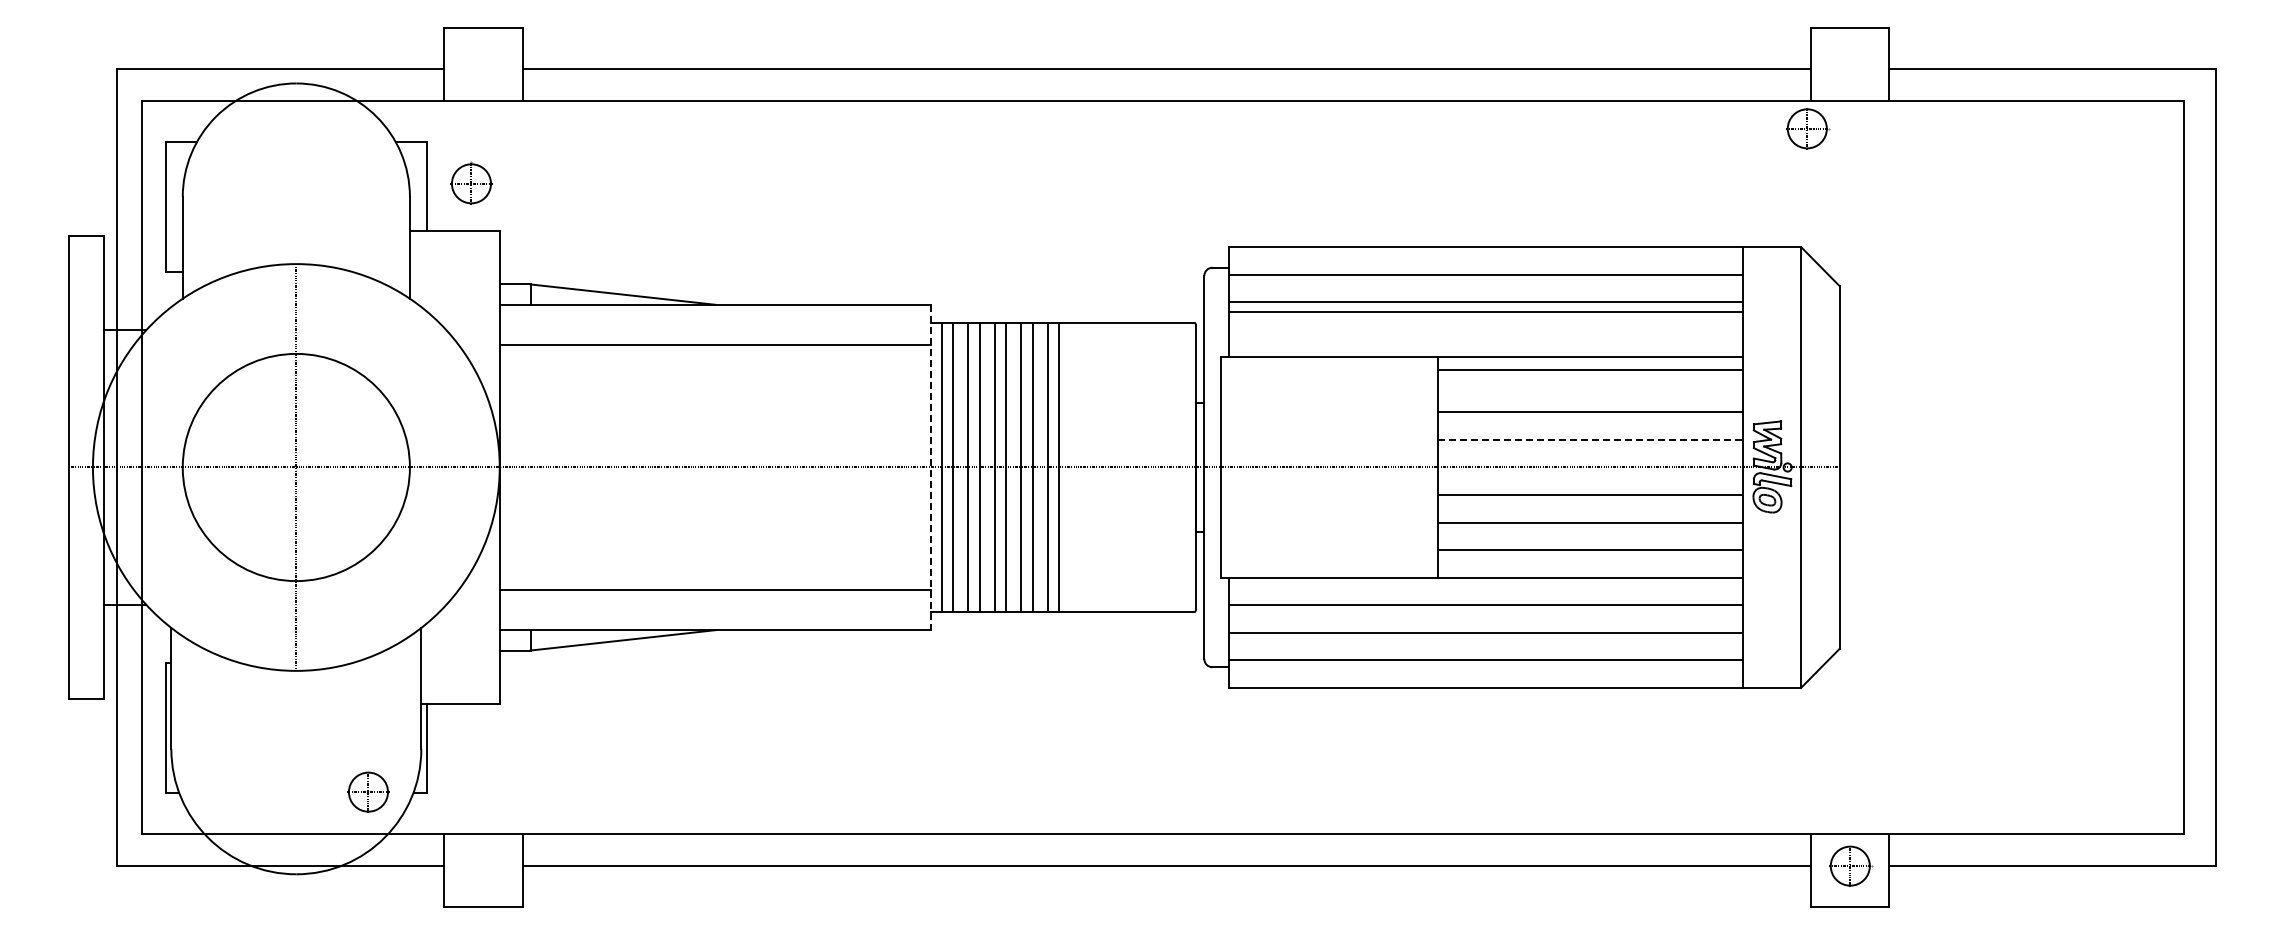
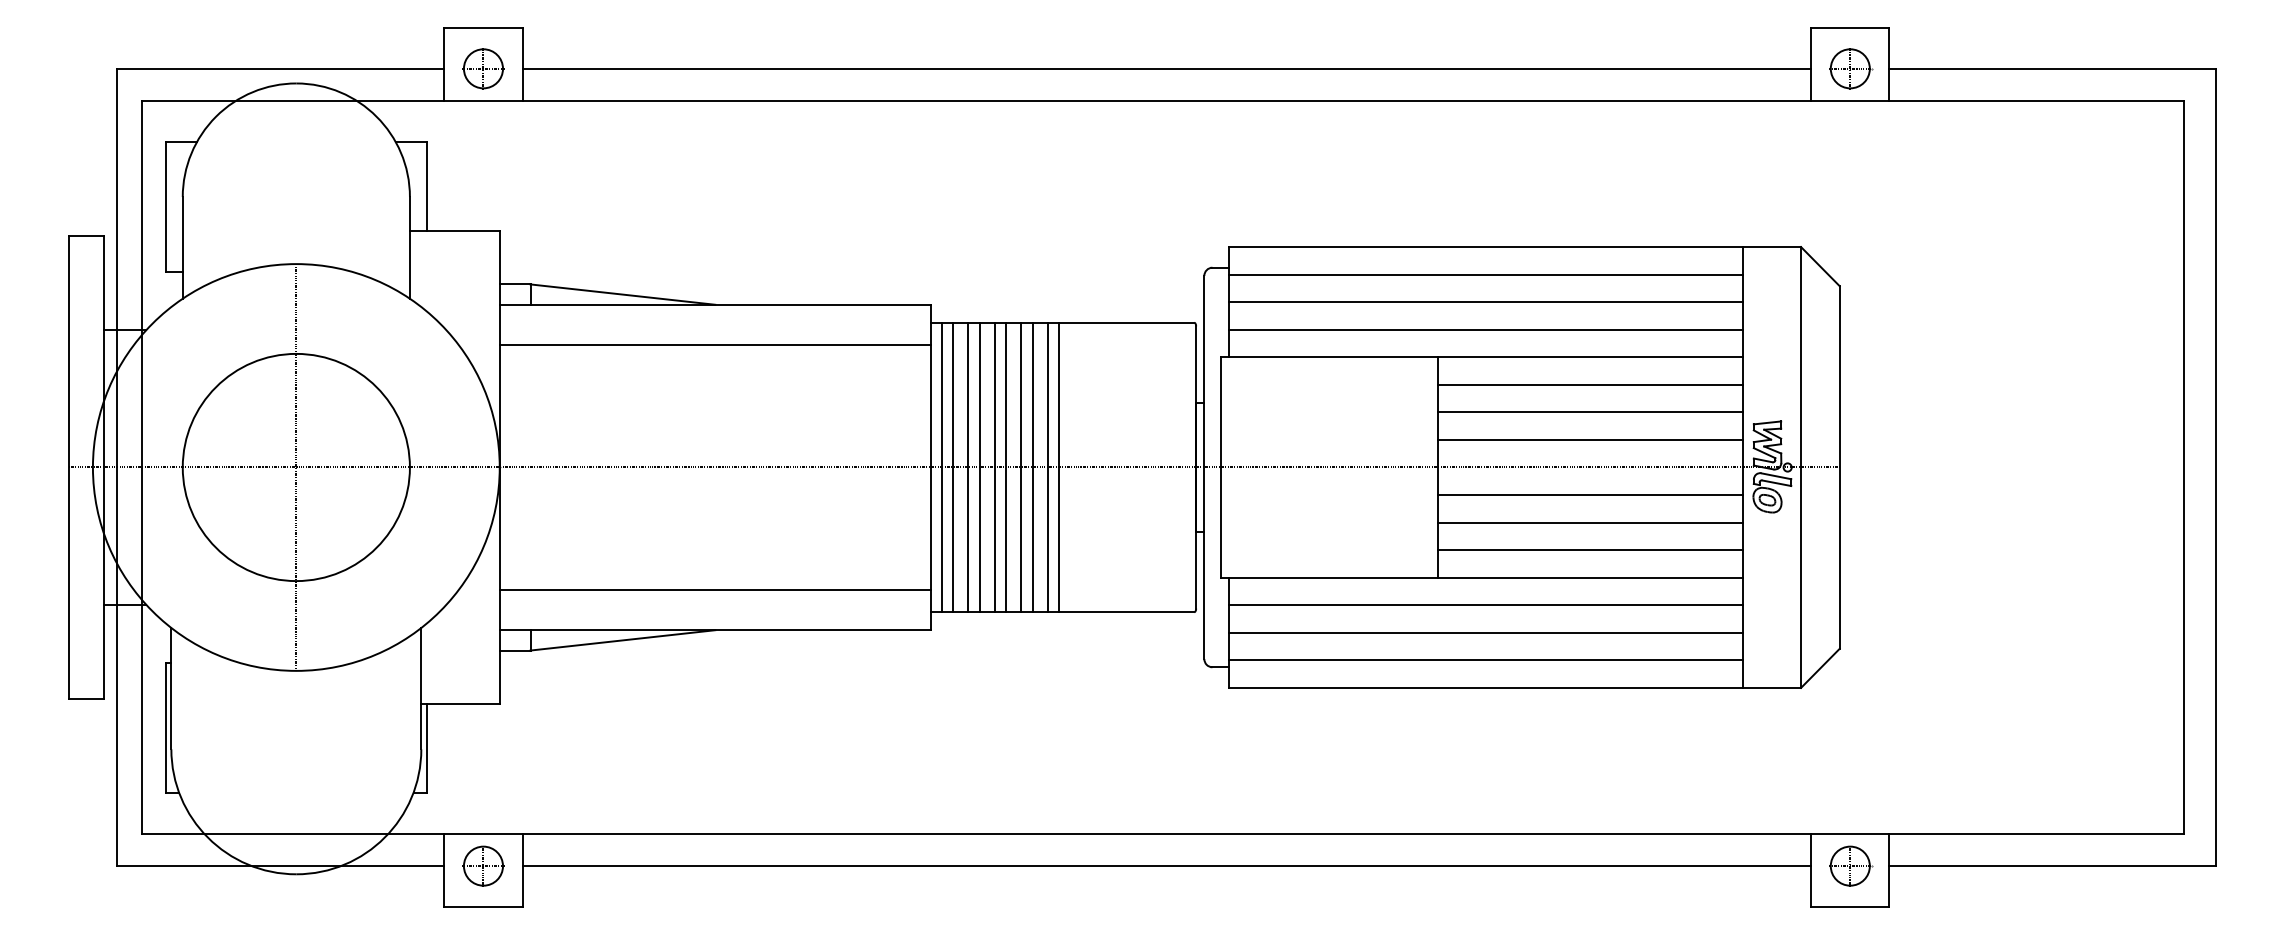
part at (1808, 128) position: (1808, 128) -> (1851, 68)
part at (471, 183) position: (471, 183) -> (483, 68)
line at (1485, 311) position: (1485, 311) -> (1485, 329)
line at (1590, 369) position: (1590, 369) -> (1590, 384)
line at (1590, 440): dashed -> solid
line at (930, 467): dashed -> solid
part at (368, 791) position: (368, 791) -> (483, 865)
